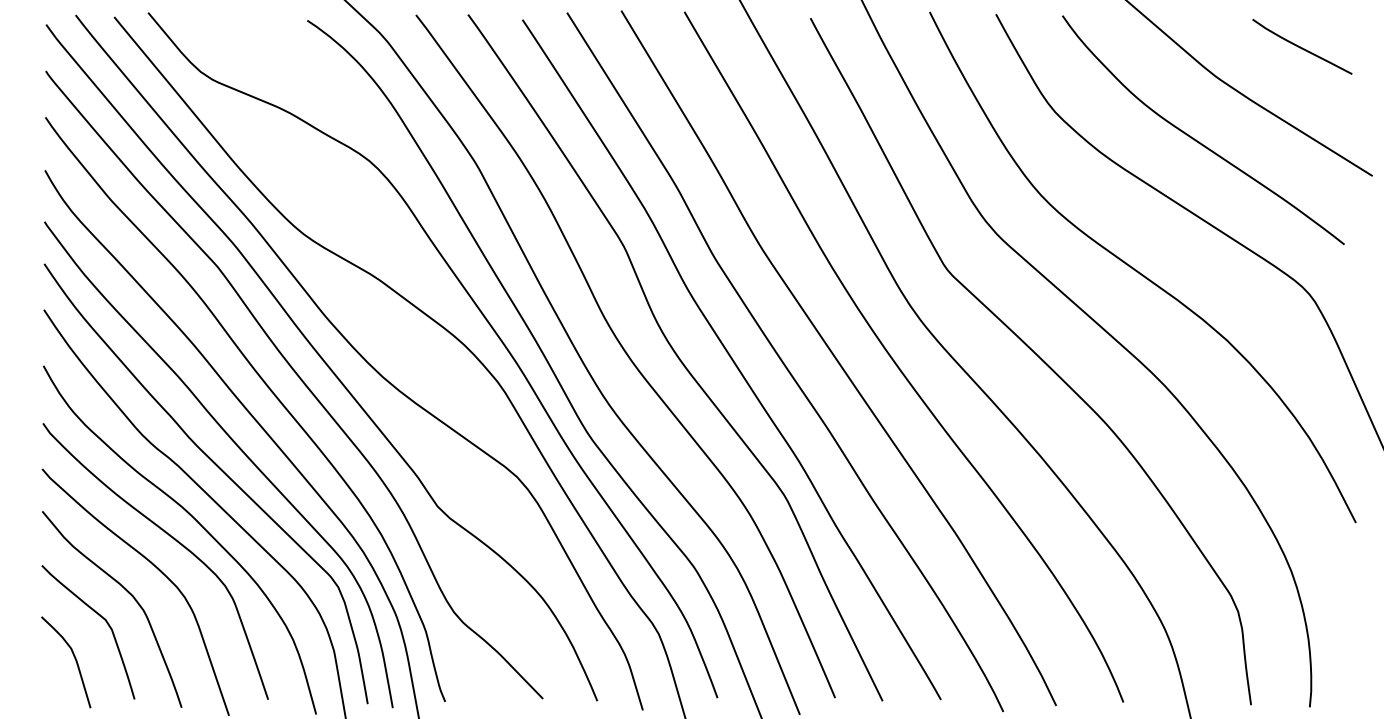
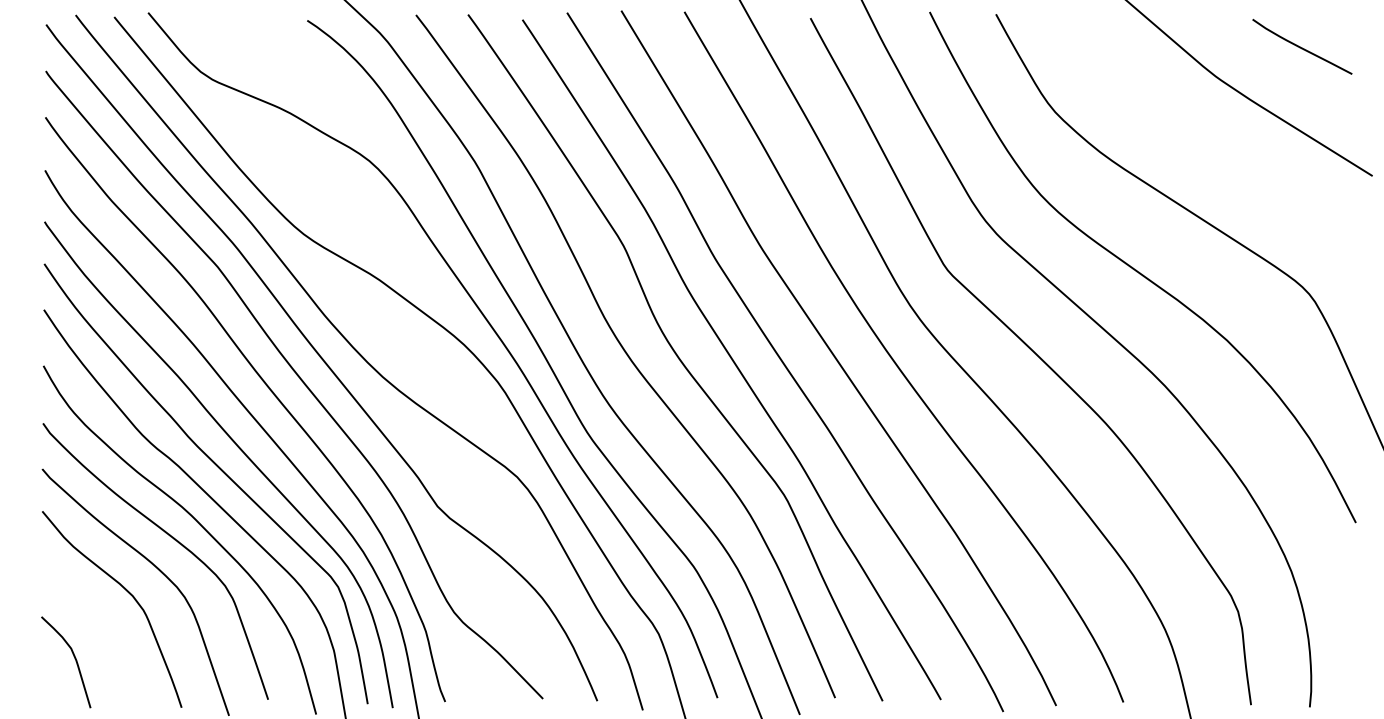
curve at (1196, 139): present -> none
curve at (99, 616): present -> none
